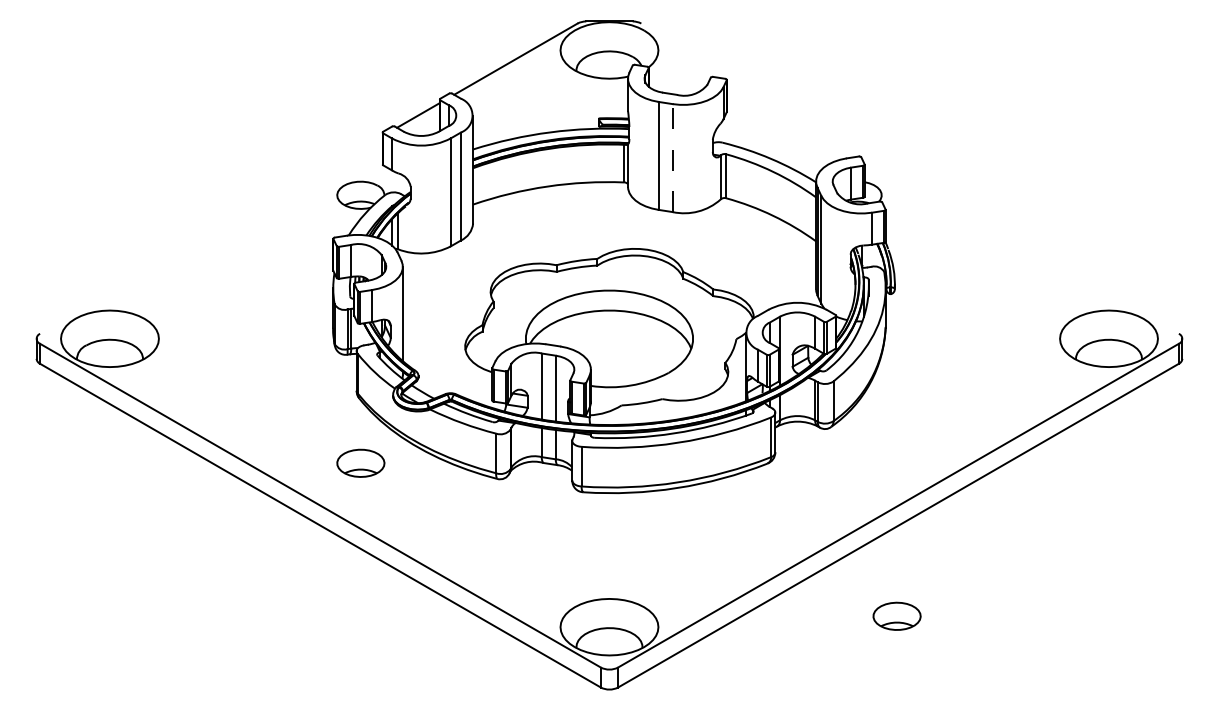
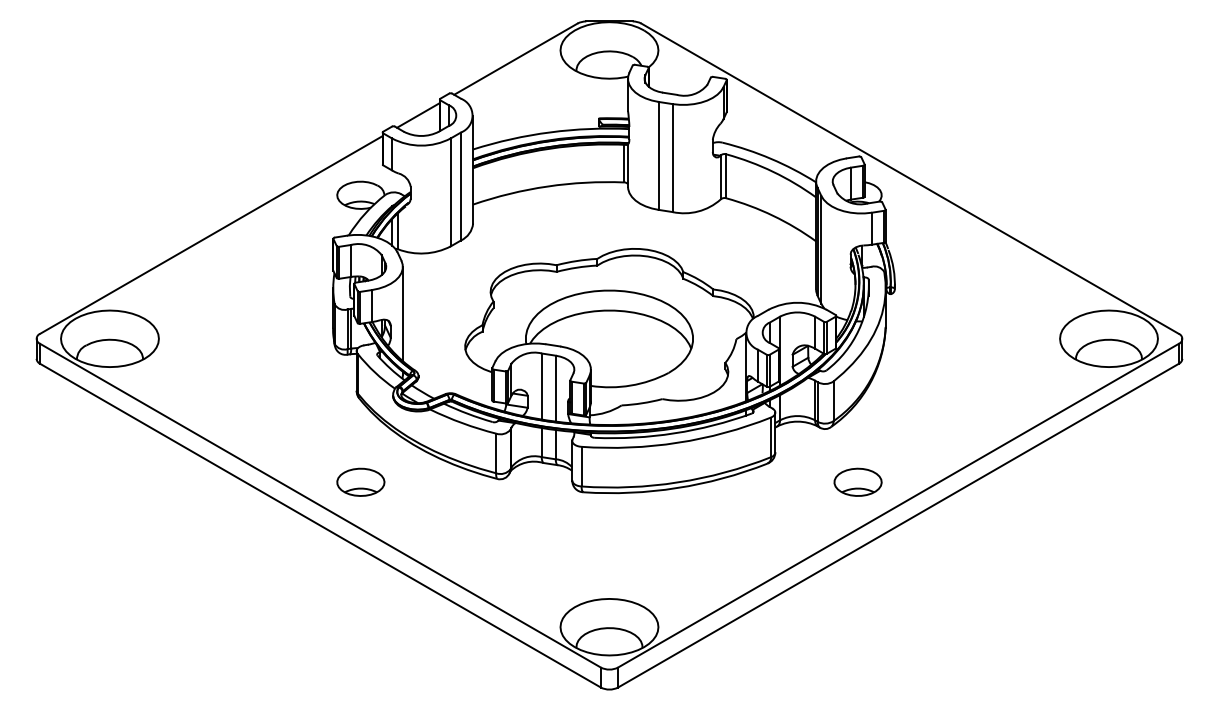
line at (672, 158): dashed -> solid
line at (909, 178): none -> present
line at (211, 234): none -> present
part at (360, 462) position: (360, 462) -> (360, 481)
part at (896, 615) position: (896, 615) -> (857, 481)
